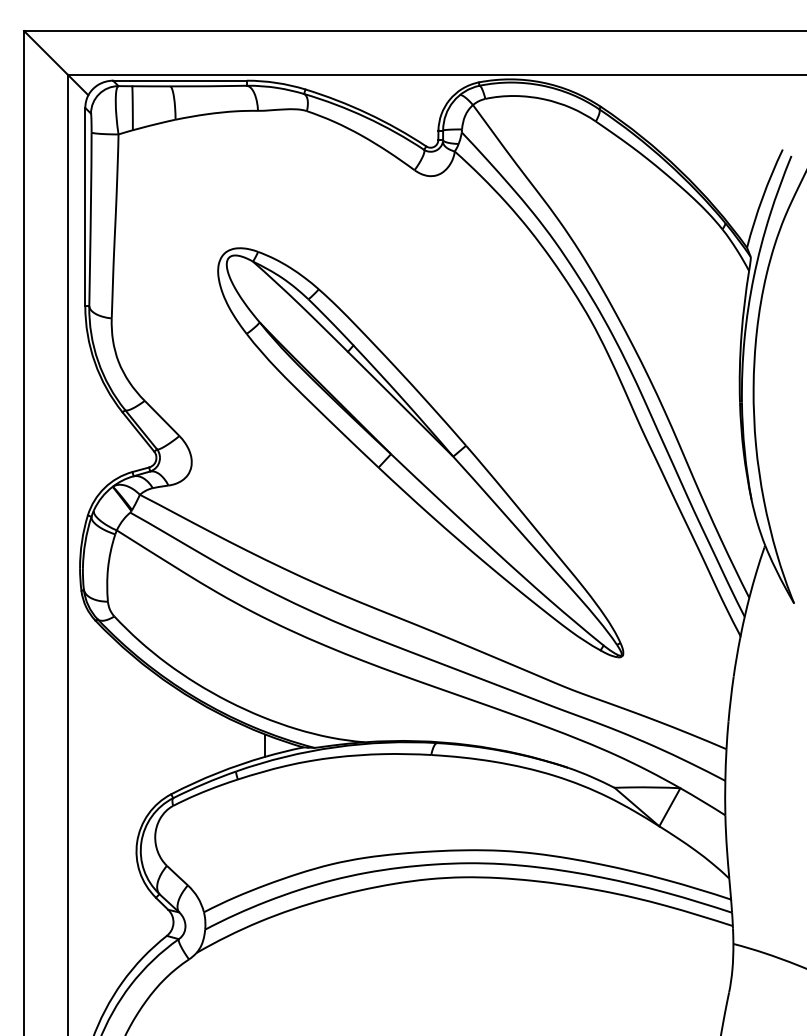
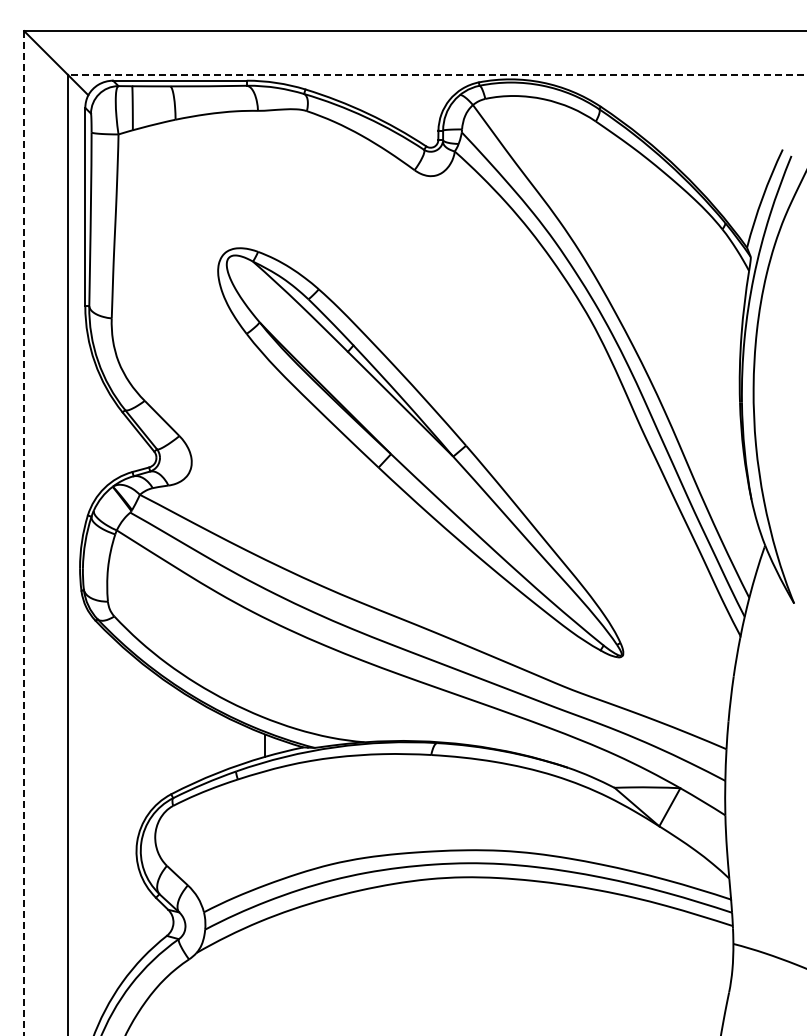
line at (436, 74): solid -> dashed
line at (24, 533): solid -> dashed
